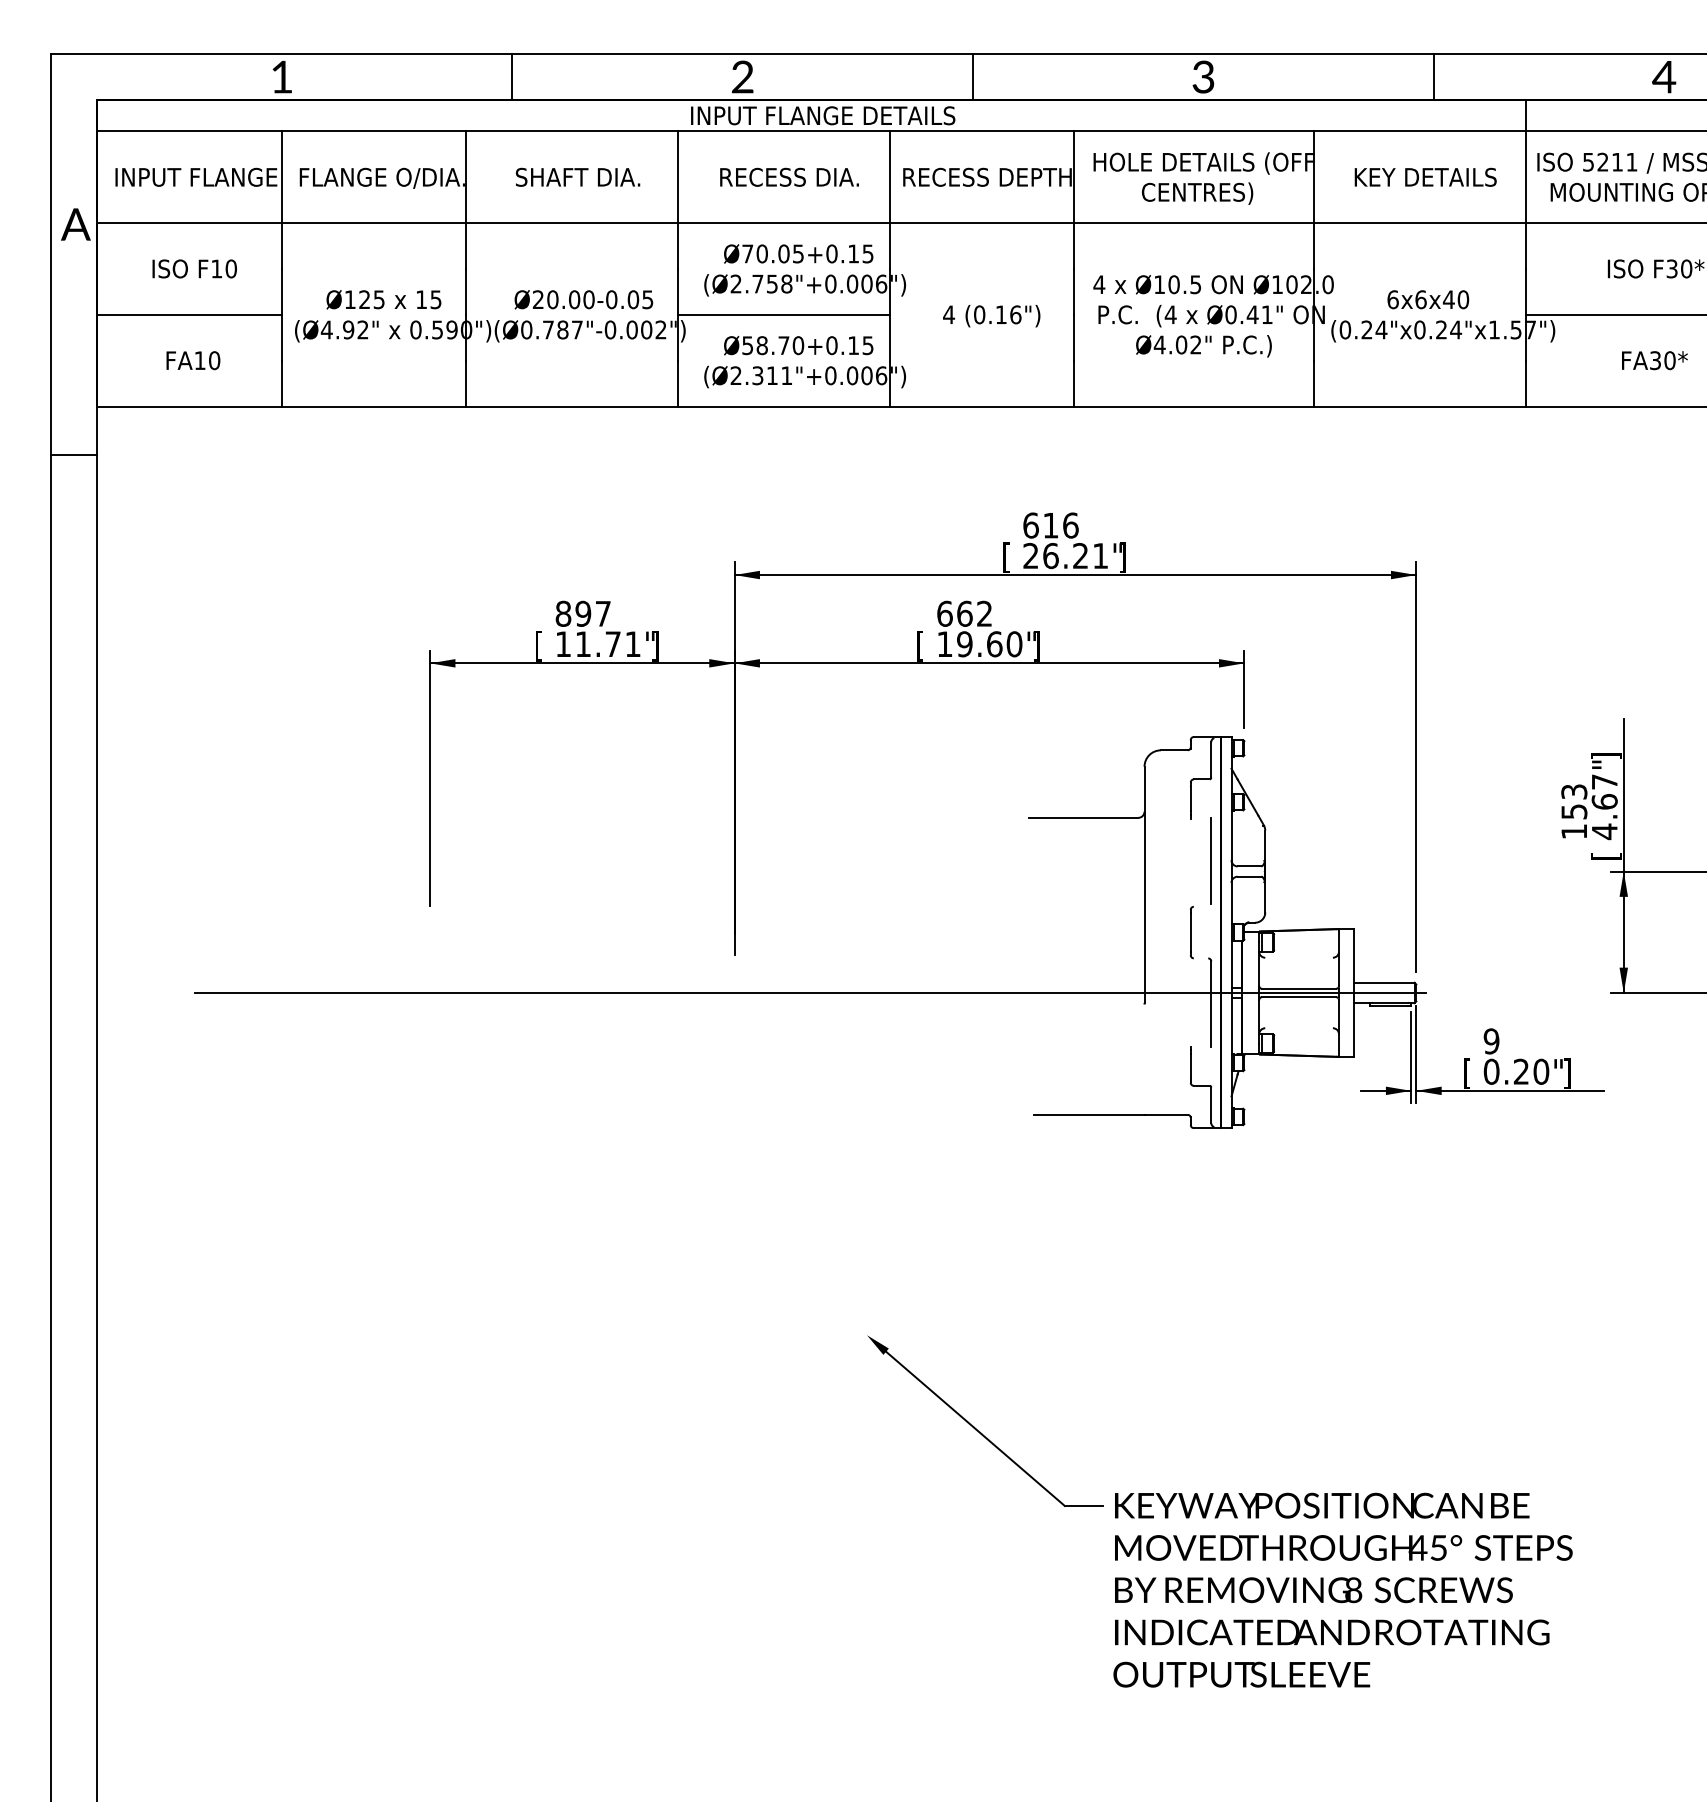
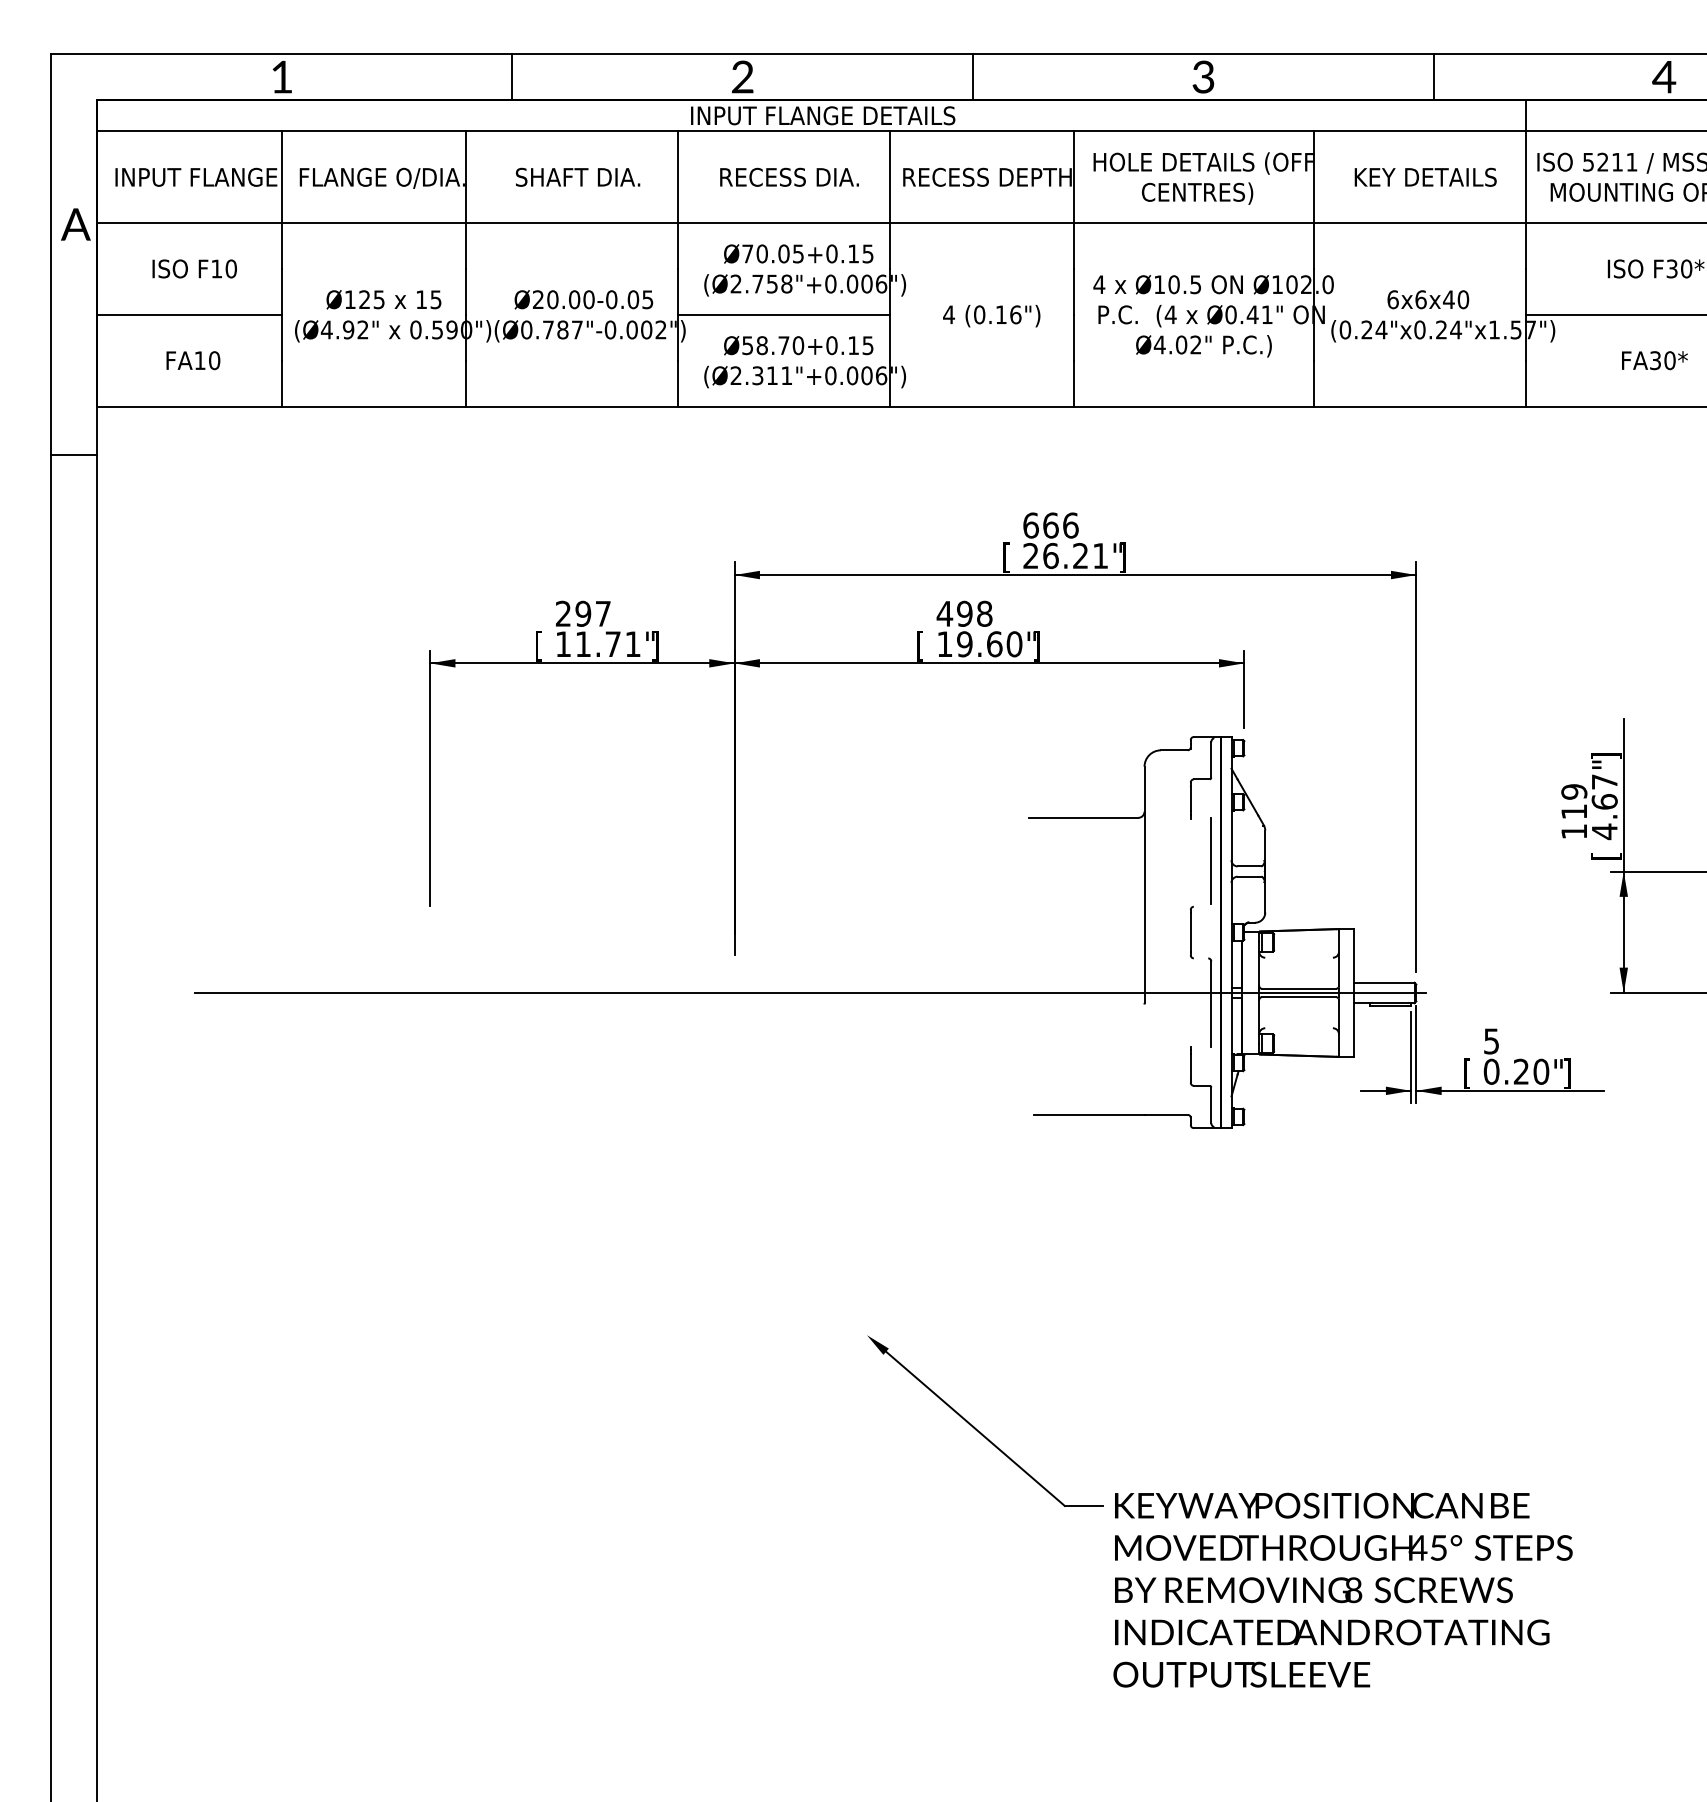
text at (1050, 525): 616 -> 666
text at (563, 613): 897 -> 297
text at (964, 613): 662 -> 498
text at (1574, 801): 153 -> 119
text at (1491, 1041): 9 -> 5
